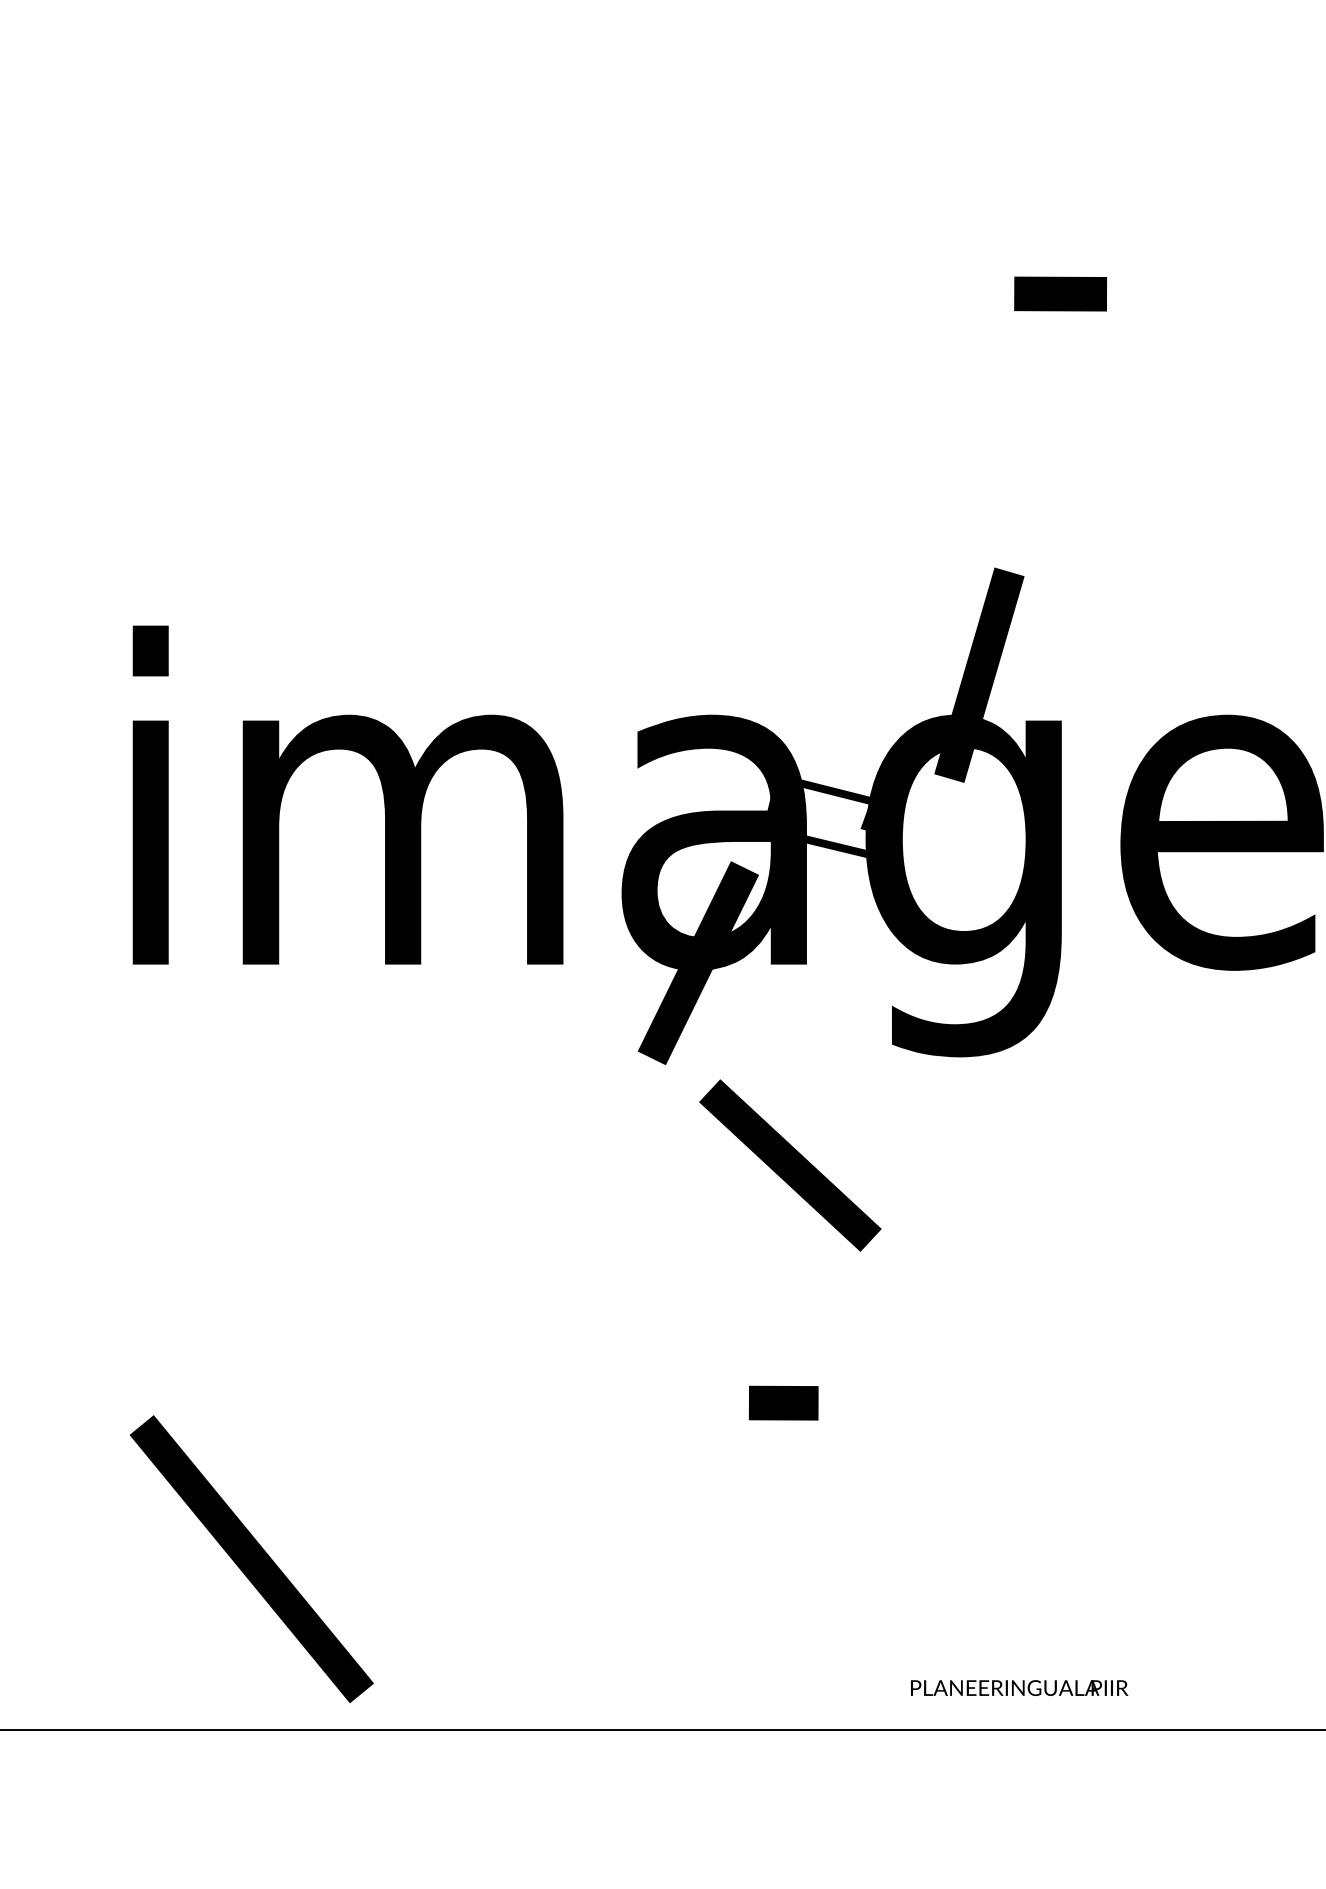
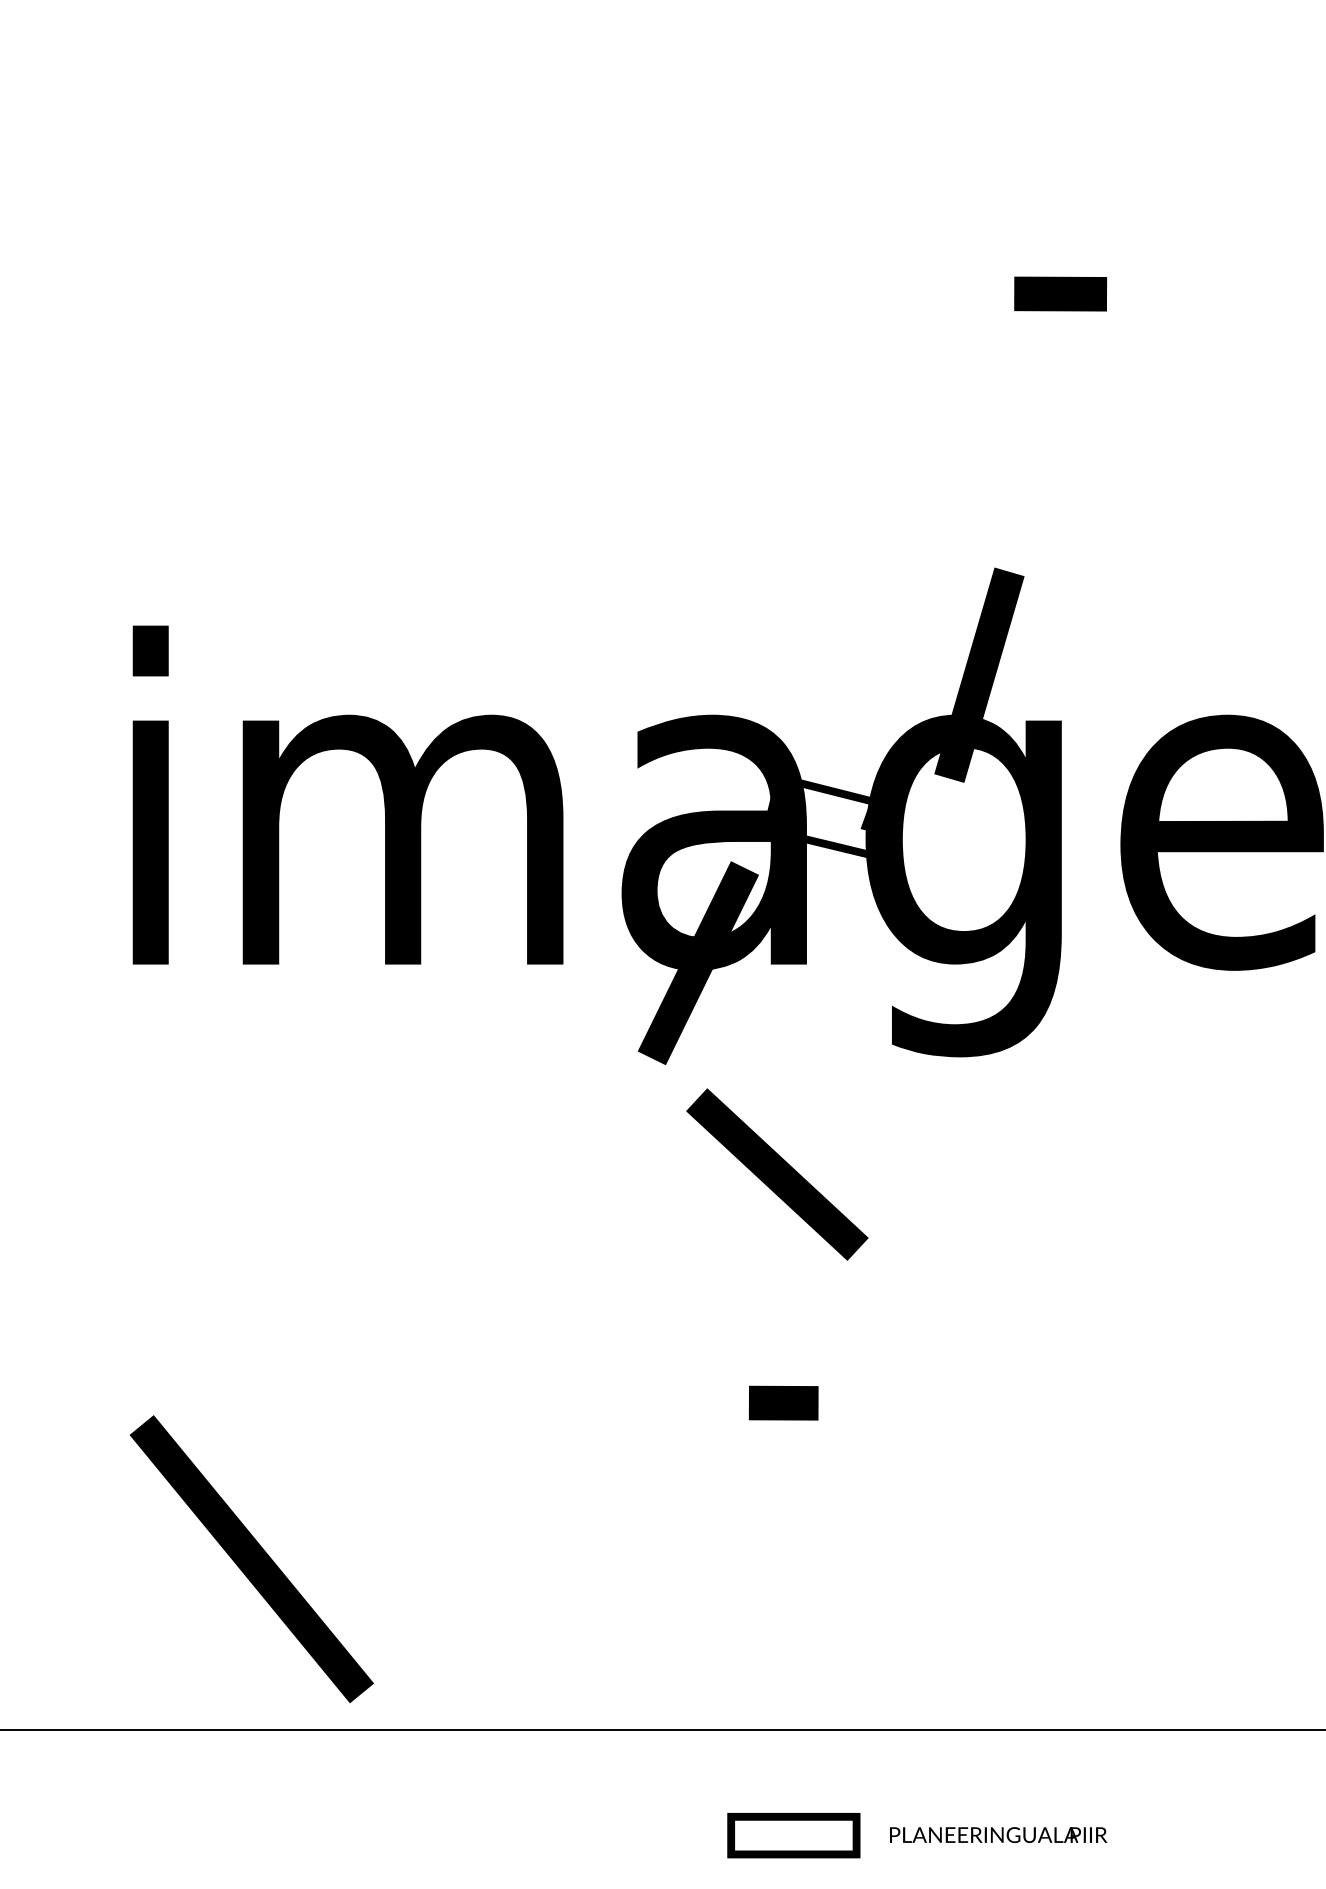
text at (790, 1165) position: (790, 1165) -> (777, 1174)
text at (1019, 1687) position: (1019, 1687) -> (998, 1834)
part at (793, 1835): none -> present
